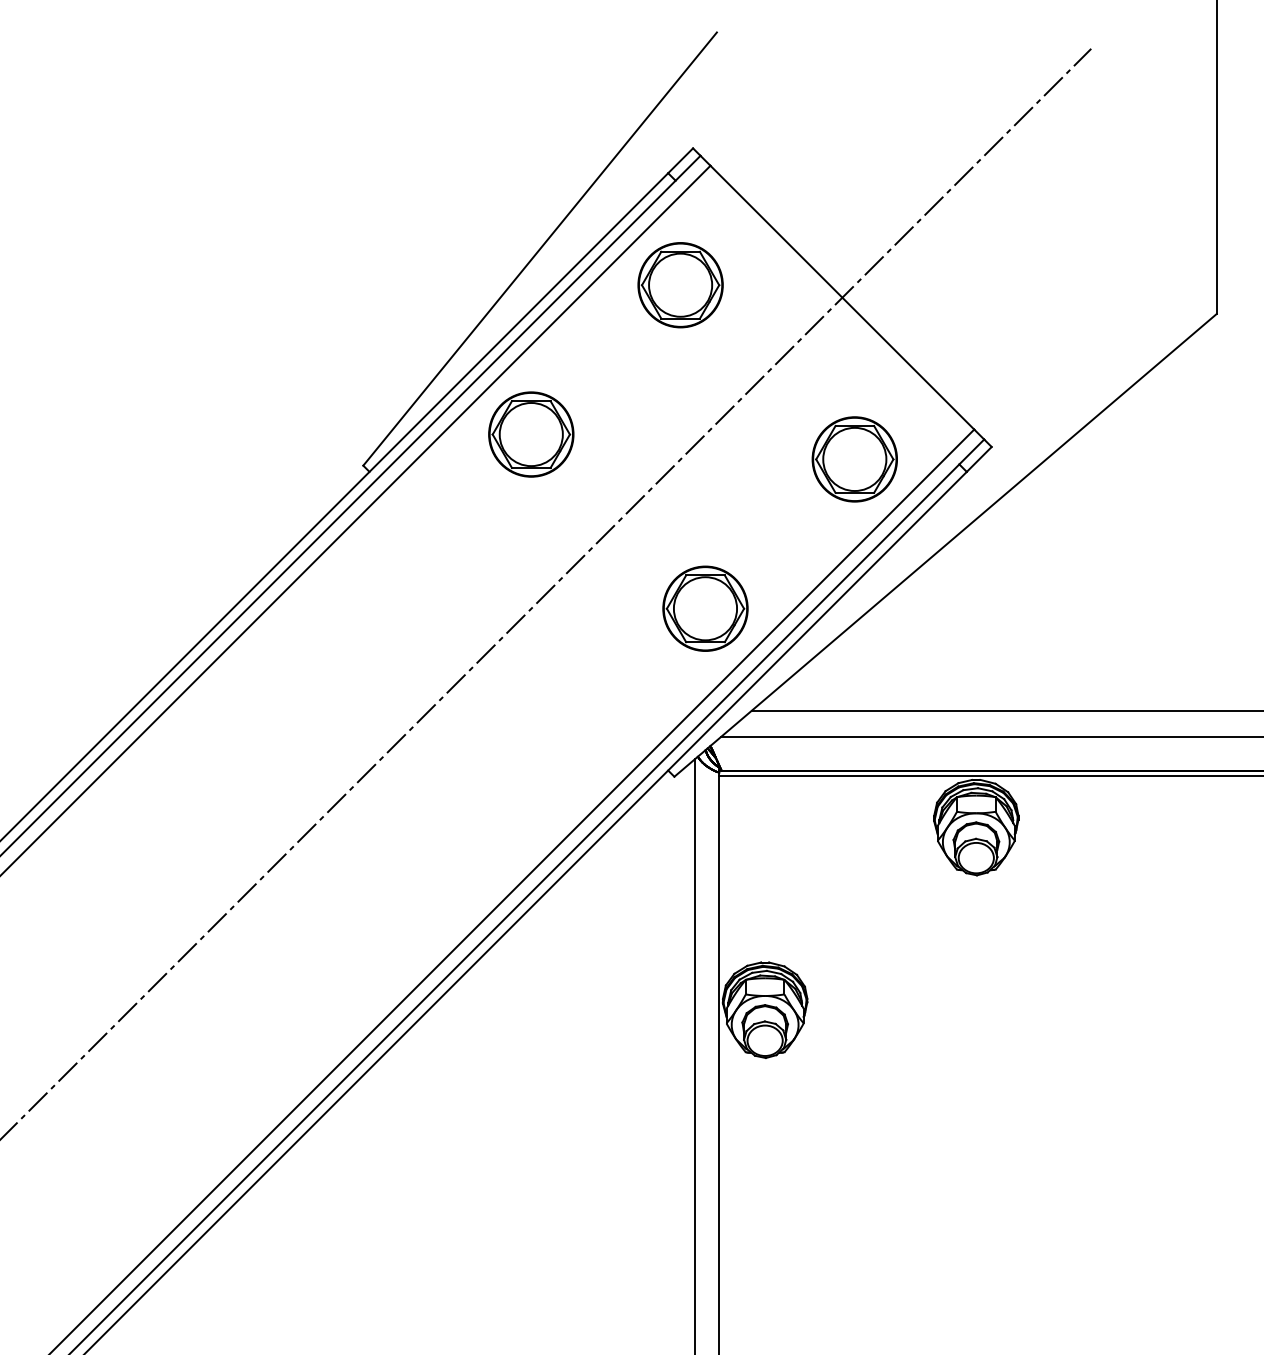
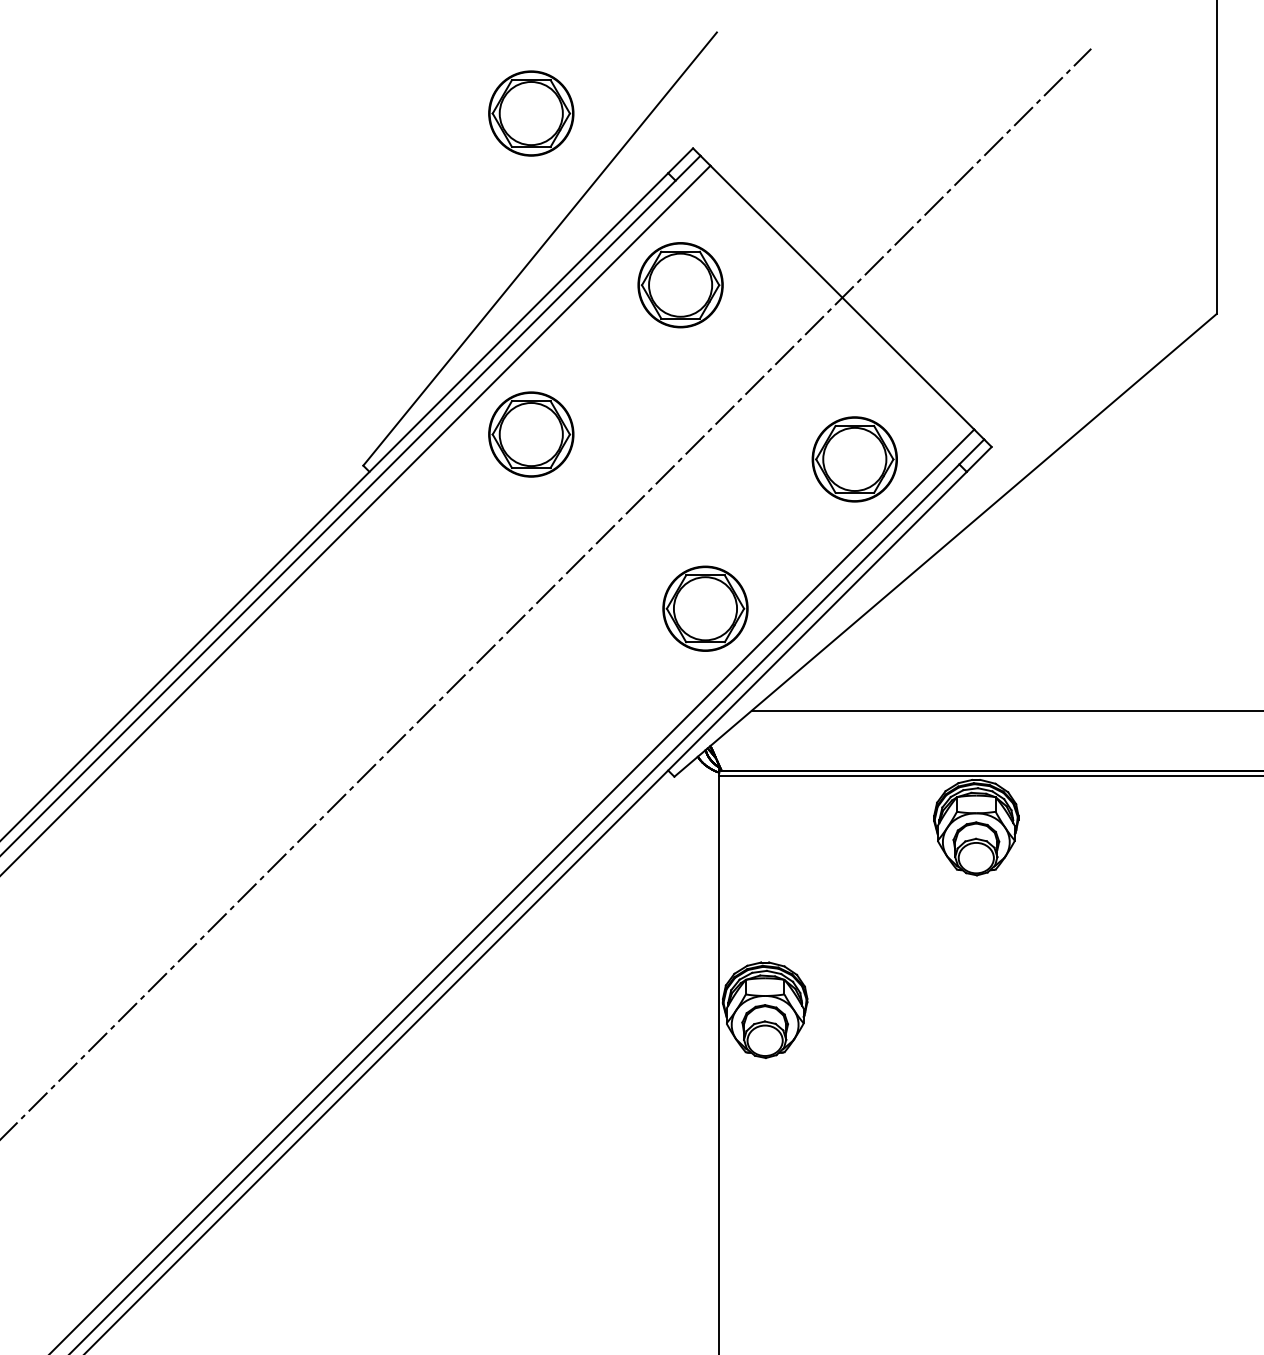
part at (531, 113): none -> present
line at (990, 737): present -> none
line at (694, 1055): present -> none
